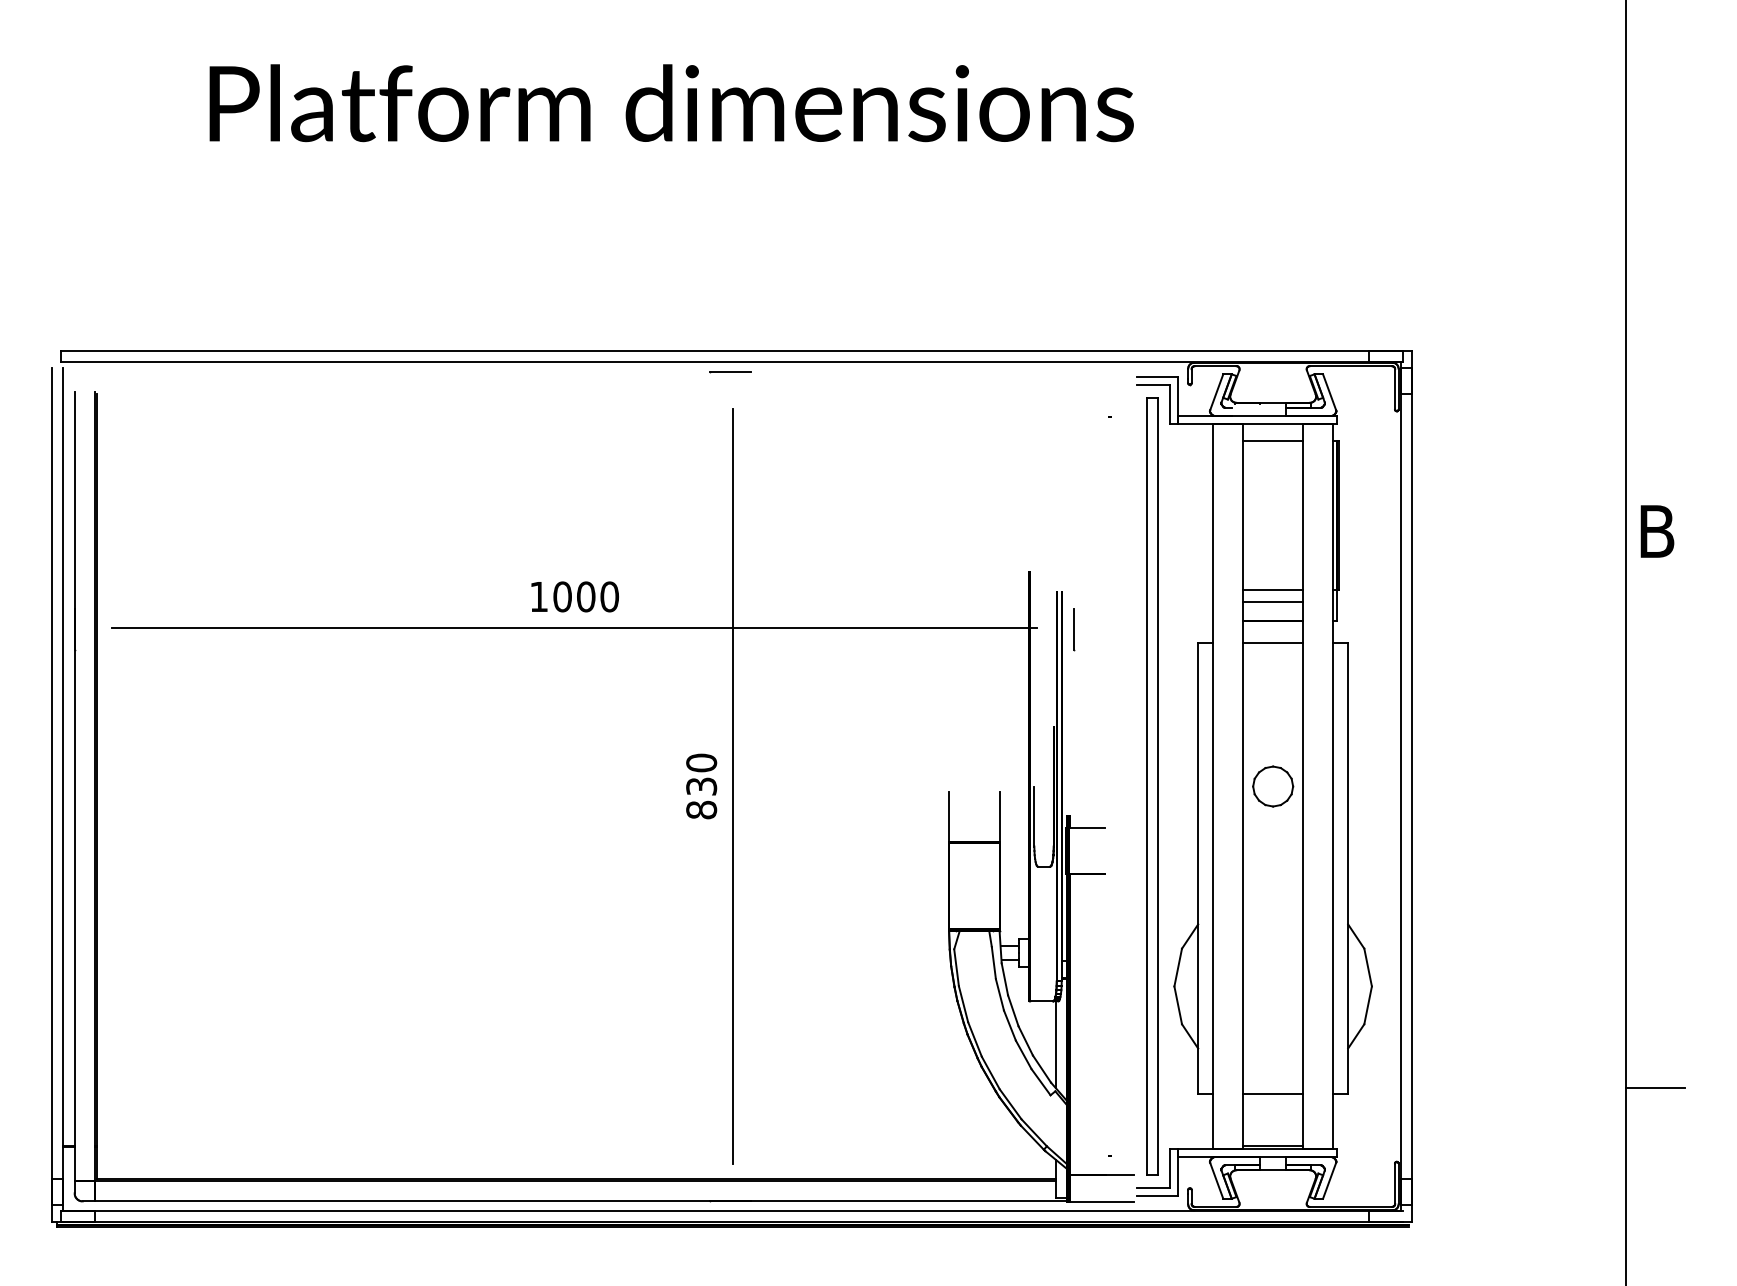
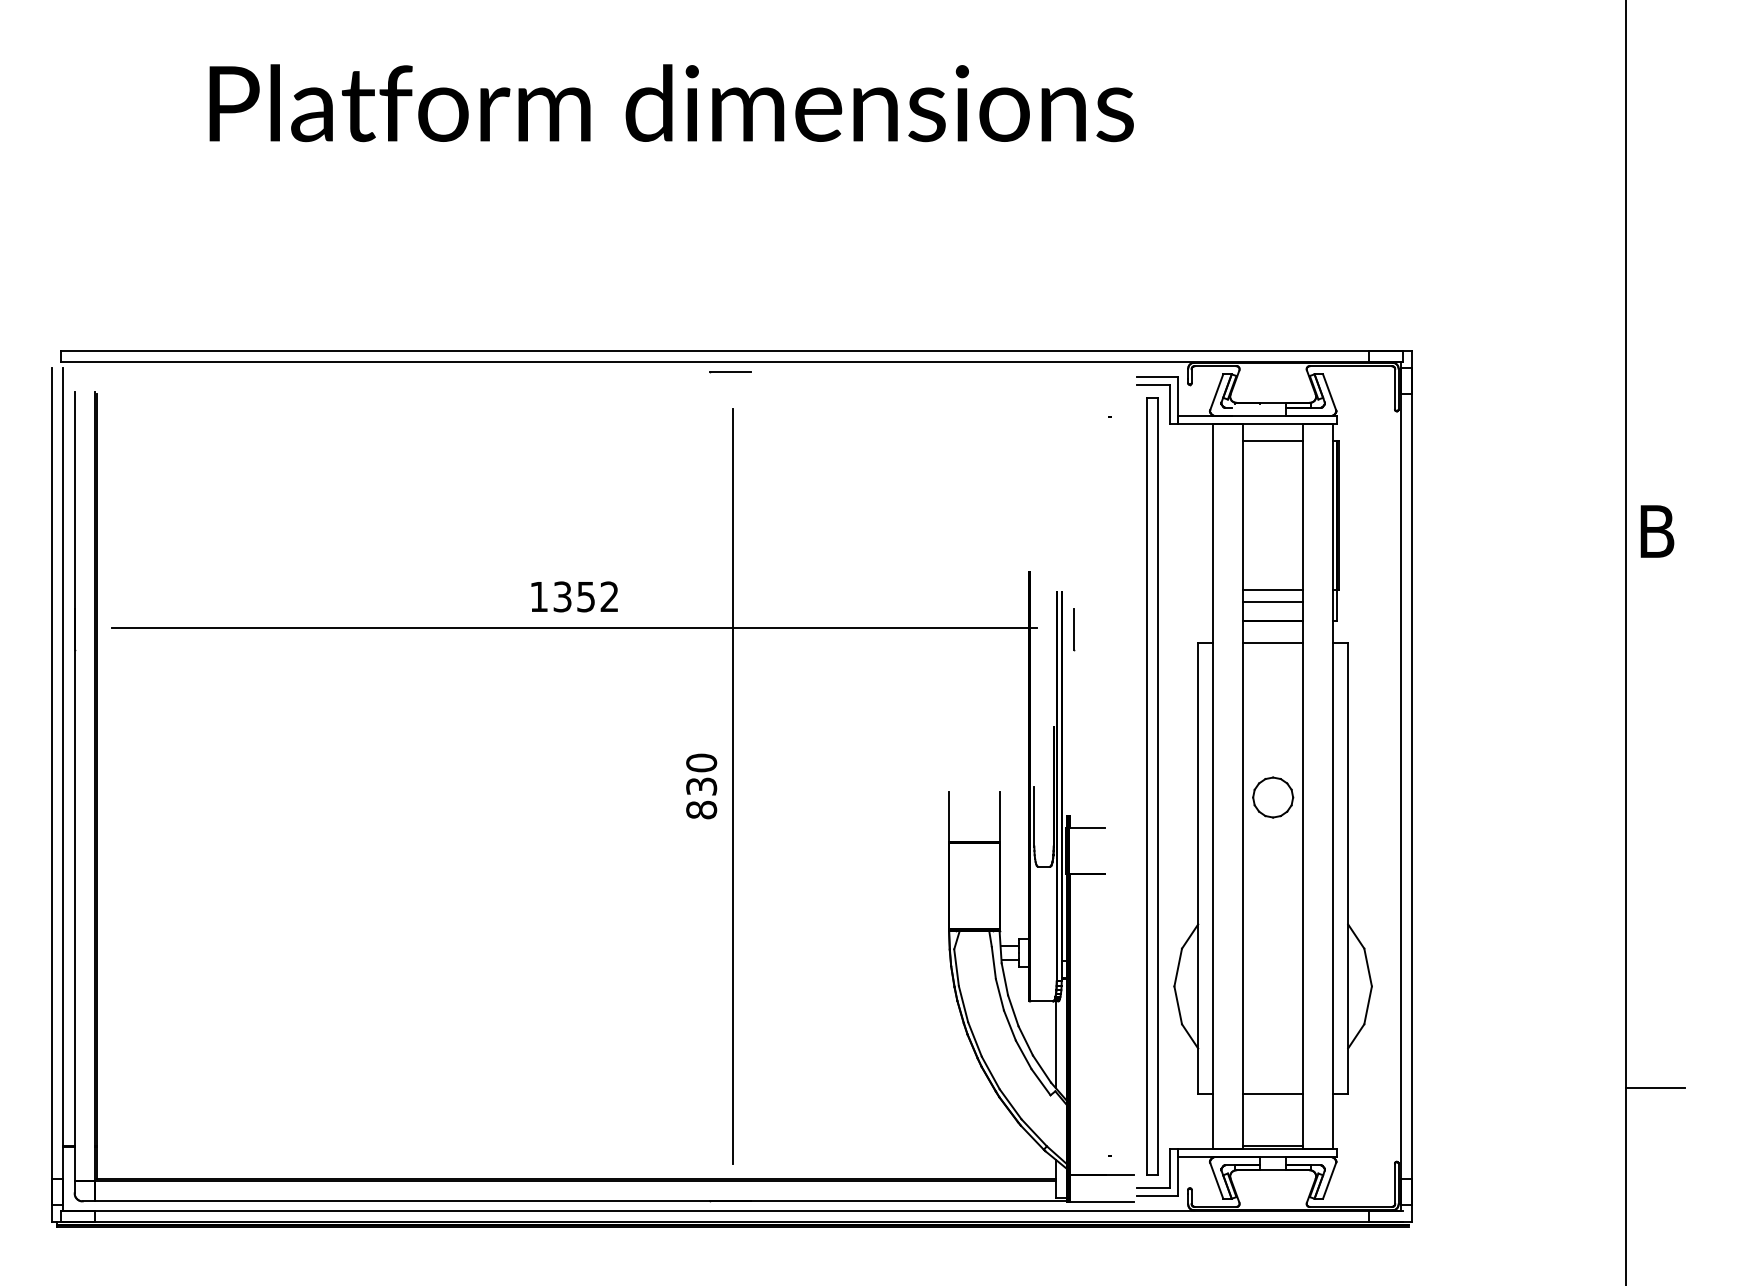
text at (585, 596): 1000 -> 1352
part at (1273, 786) position: (1273, 786) -> (1273, 797)
